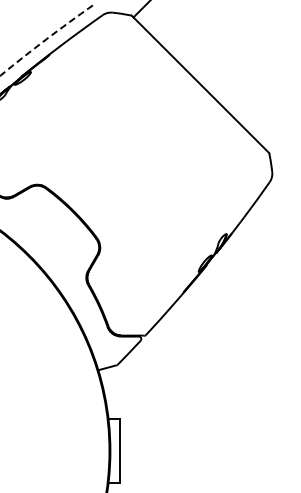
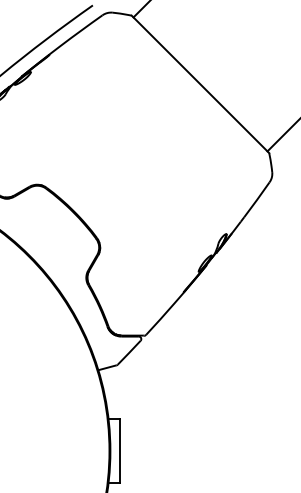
arc at (45, 40): dashed -> solid
line at (282, 135): none -> present
